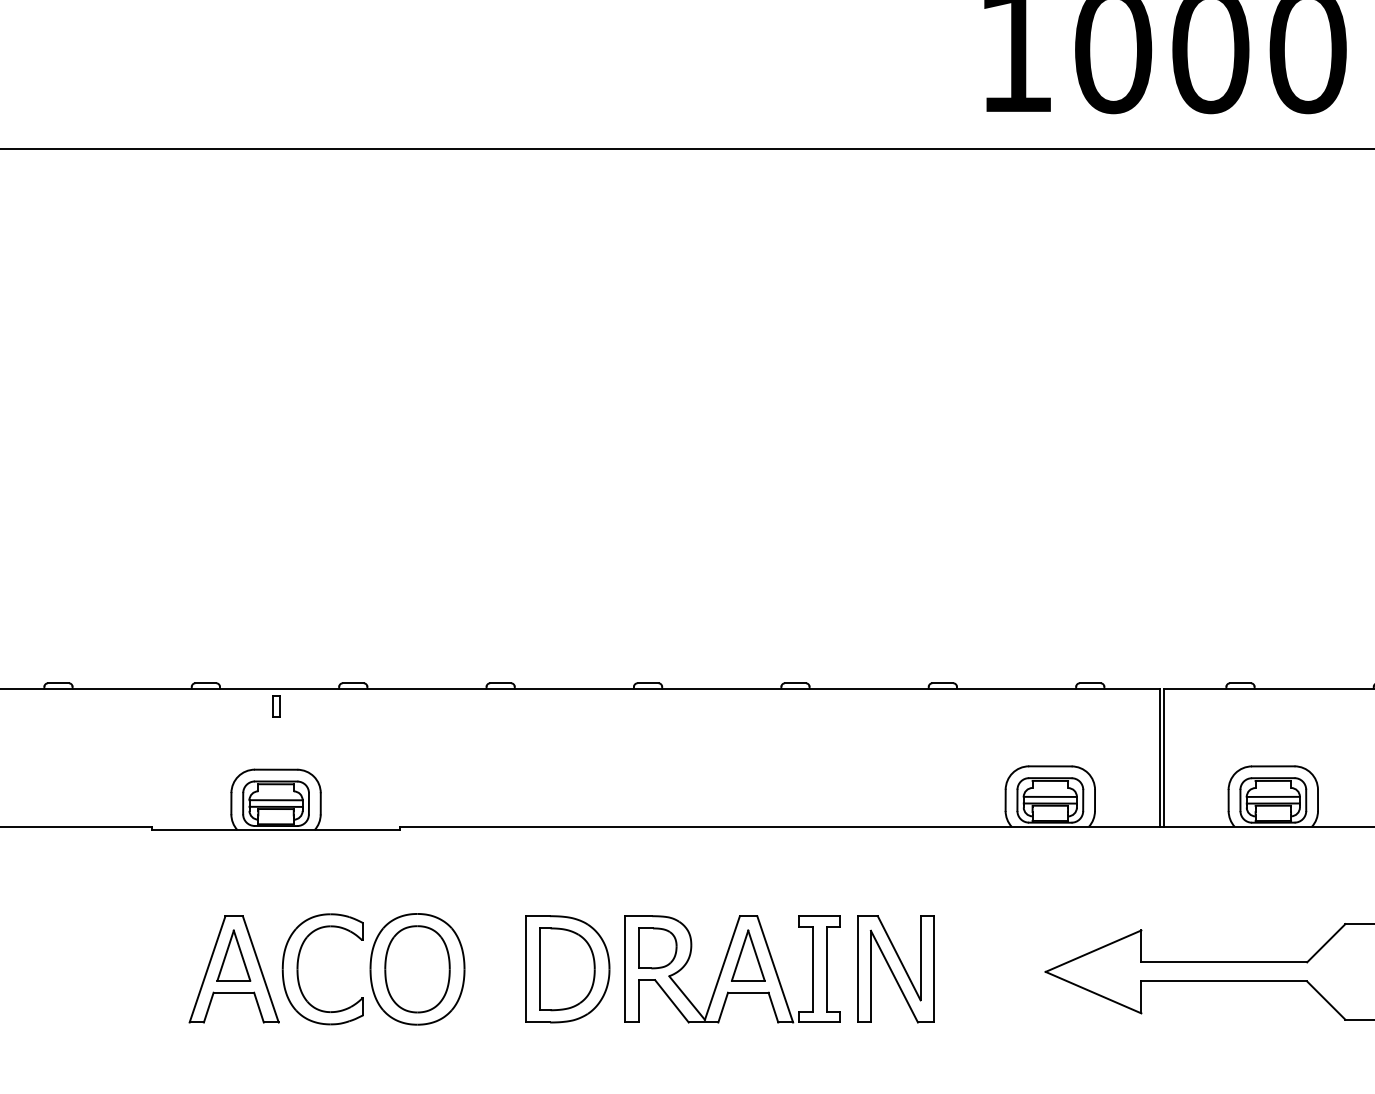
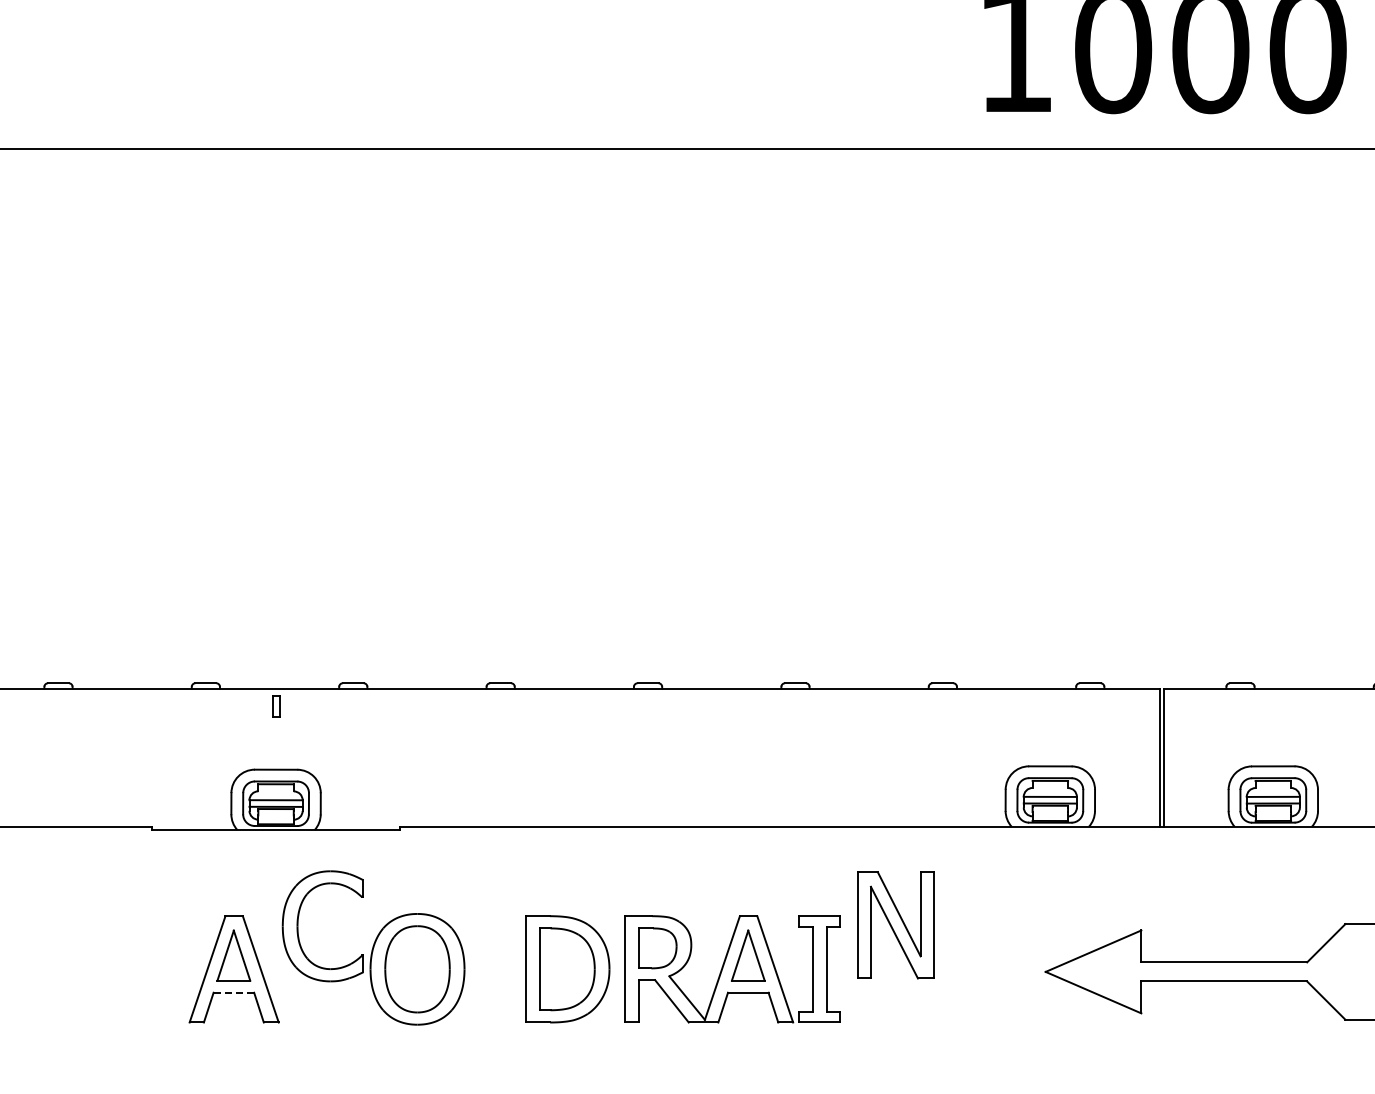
part at (298, 969) position: (298, 969) -> (298, 926)
part at (895, 969) position: (895, 969) -> (895, 925)
line at (233, 992): solid -> dashed
